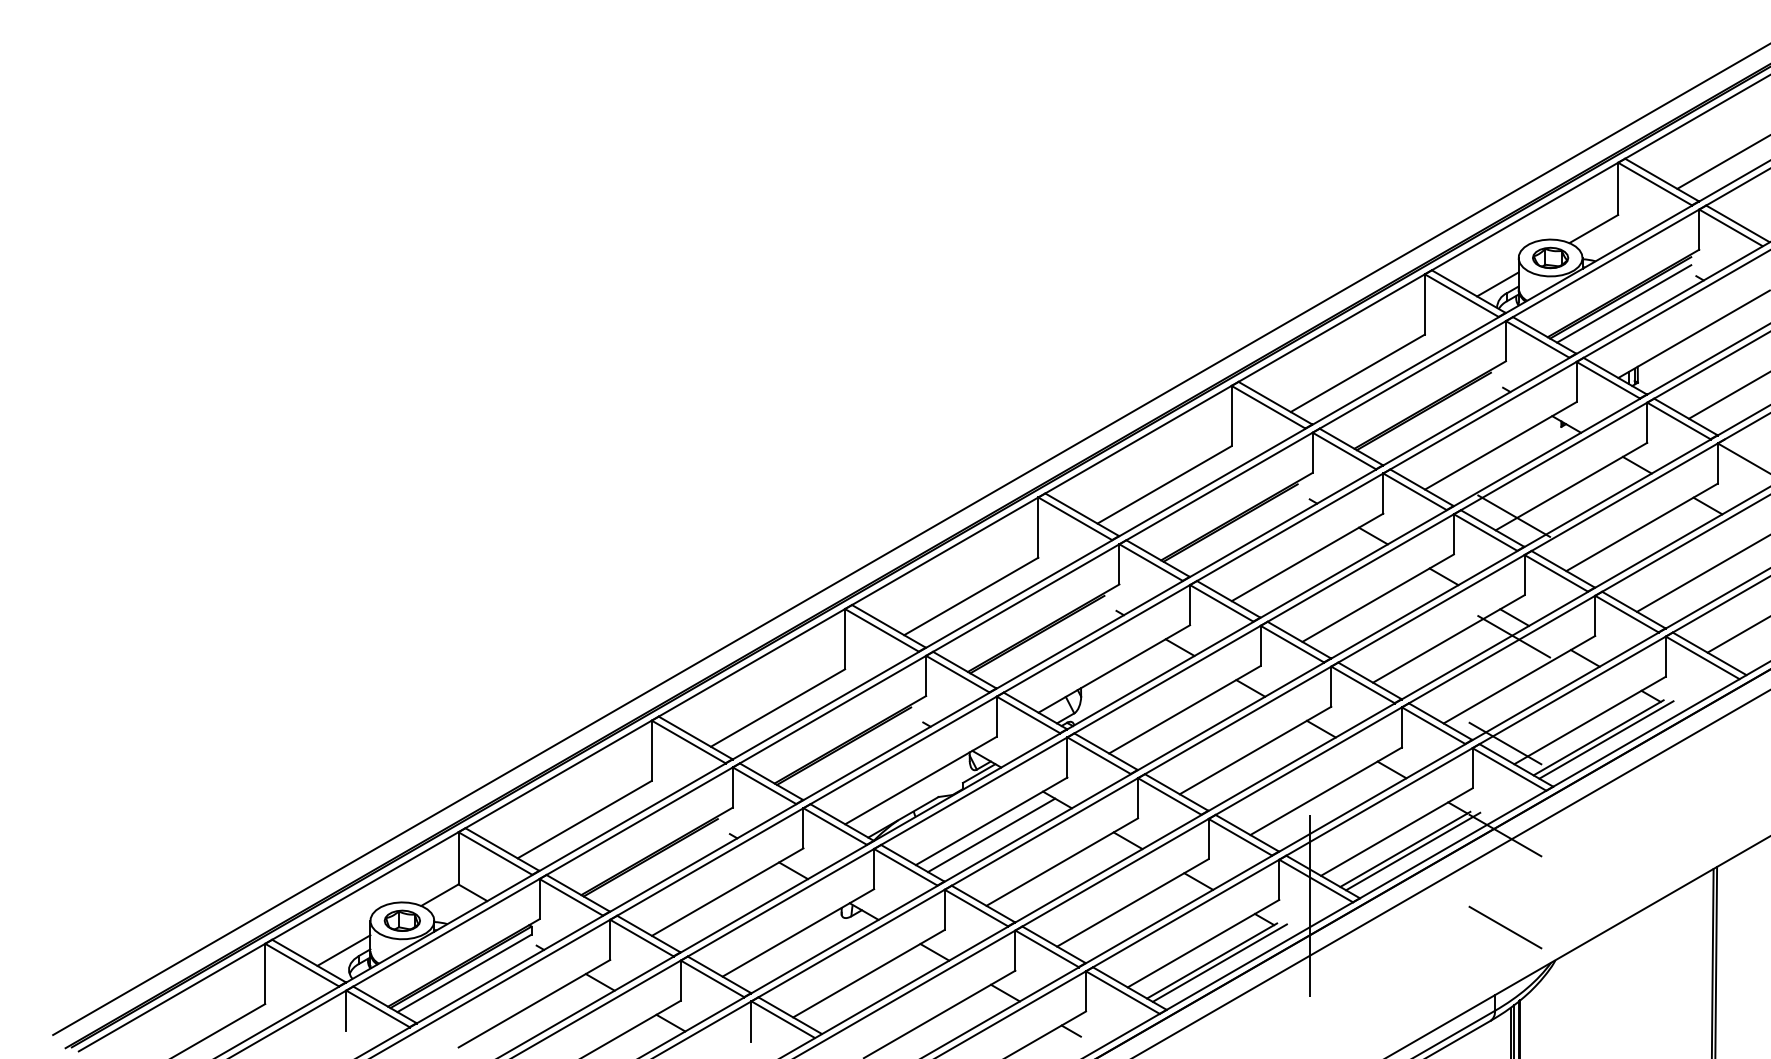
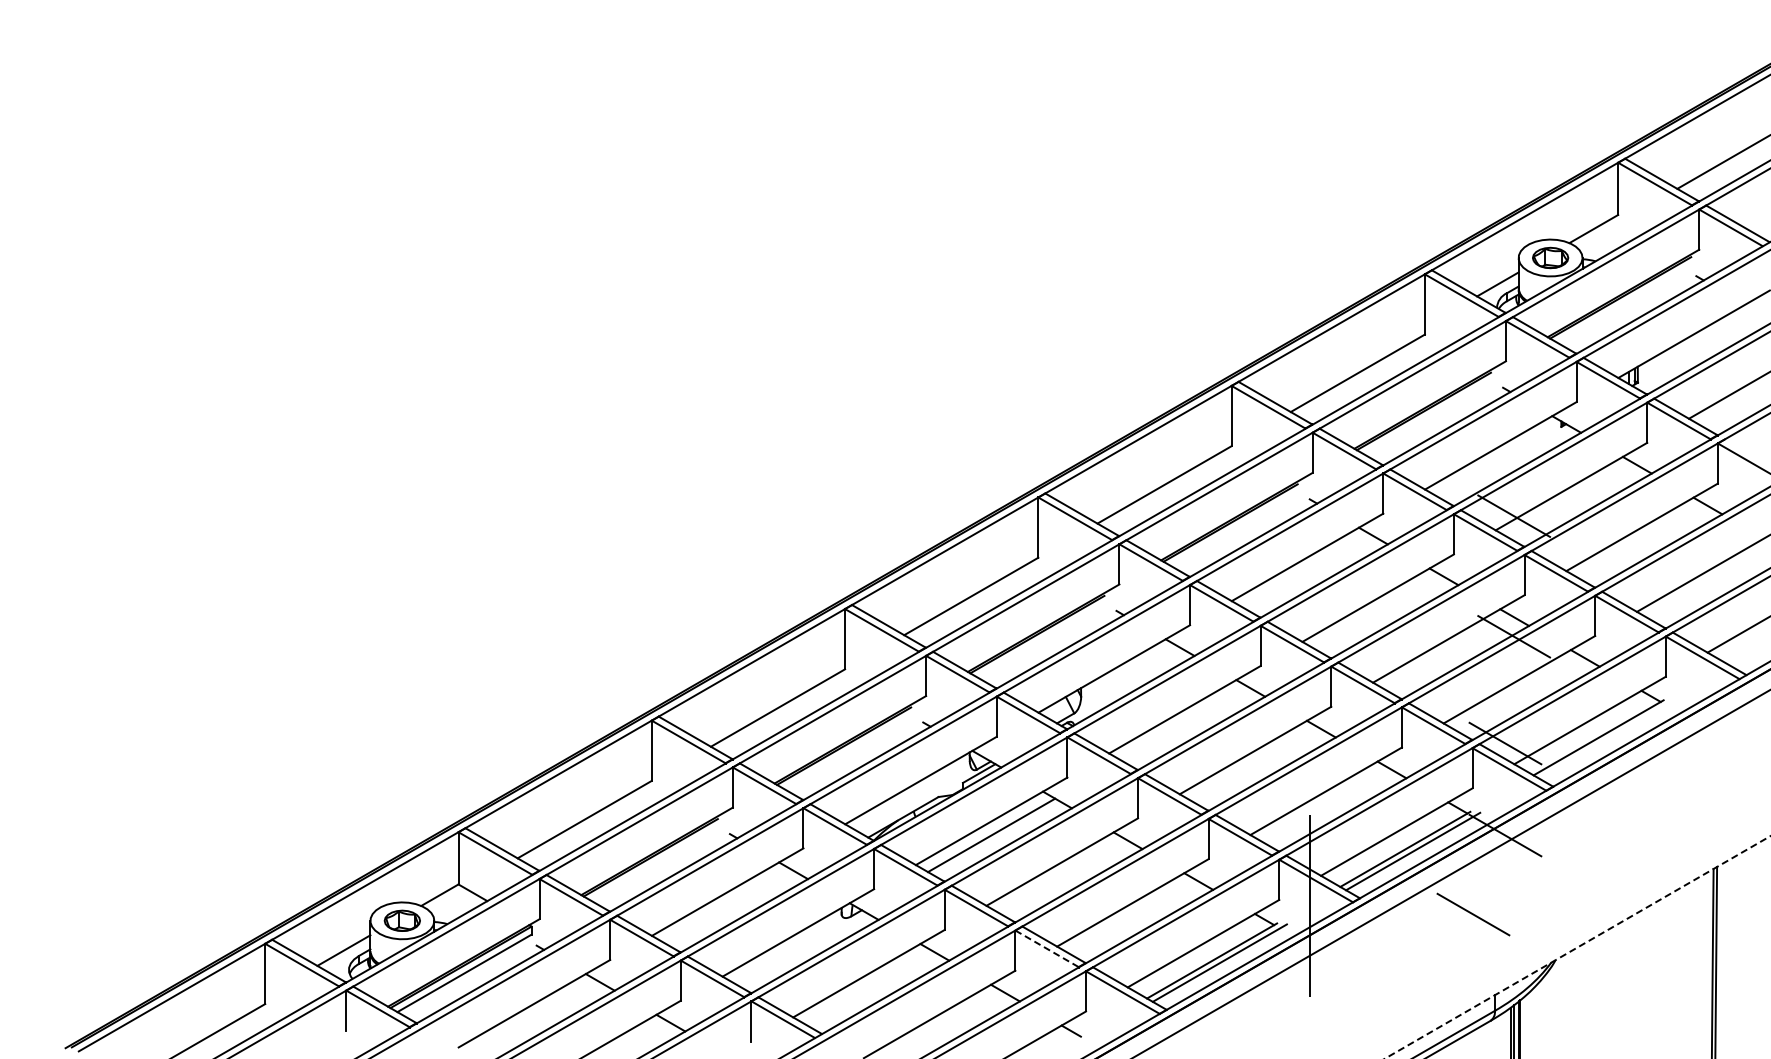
line at (1624, 303): present -> none
line at (910, 540): present -> none
line at (1606, 739): present -> none
line at (1505, 927) position: (1505, 927) -> (1473, 914)
line at (1577, 947): solid -> dashed
line at (1047, 948): solid -> dashed
